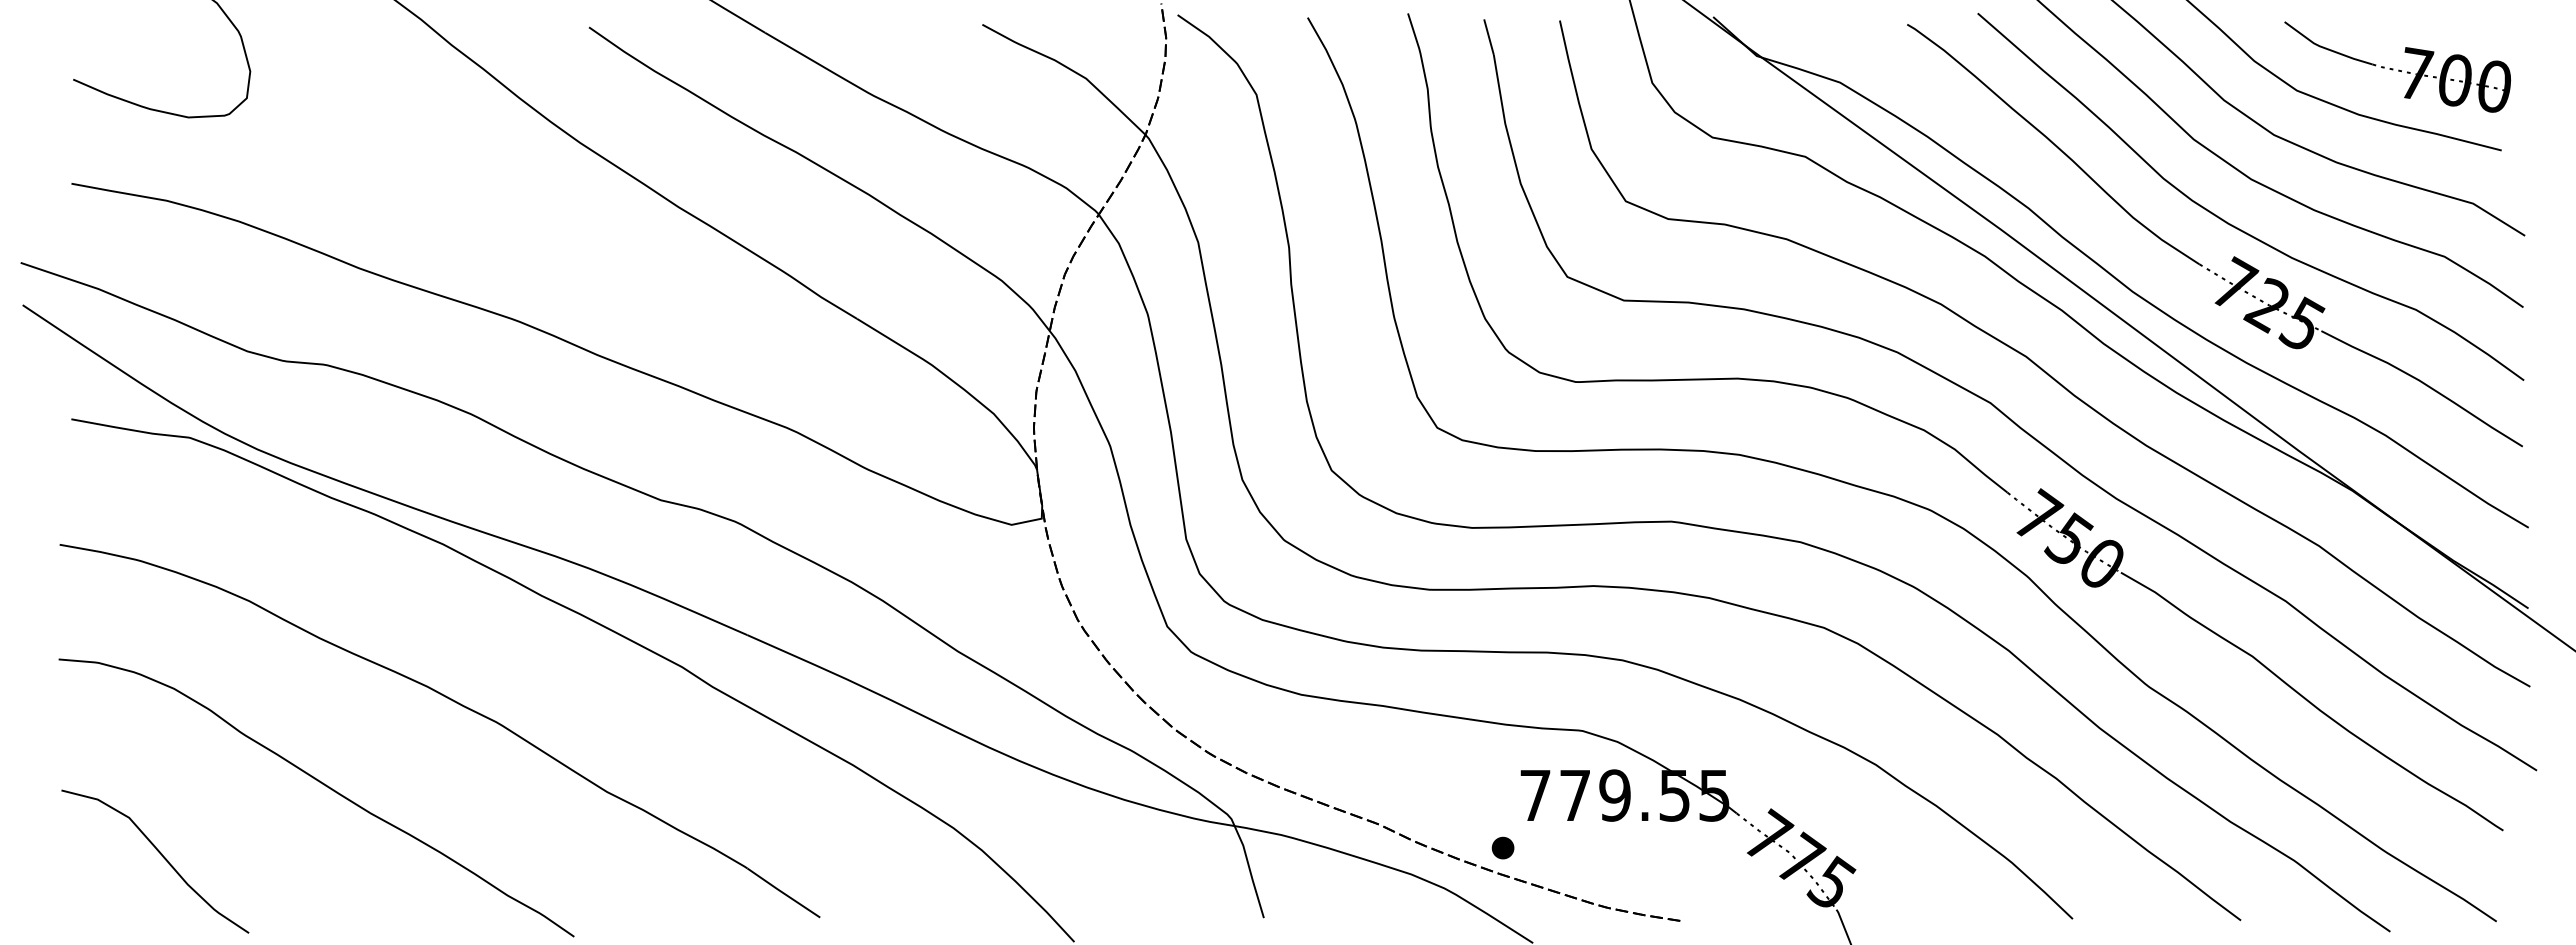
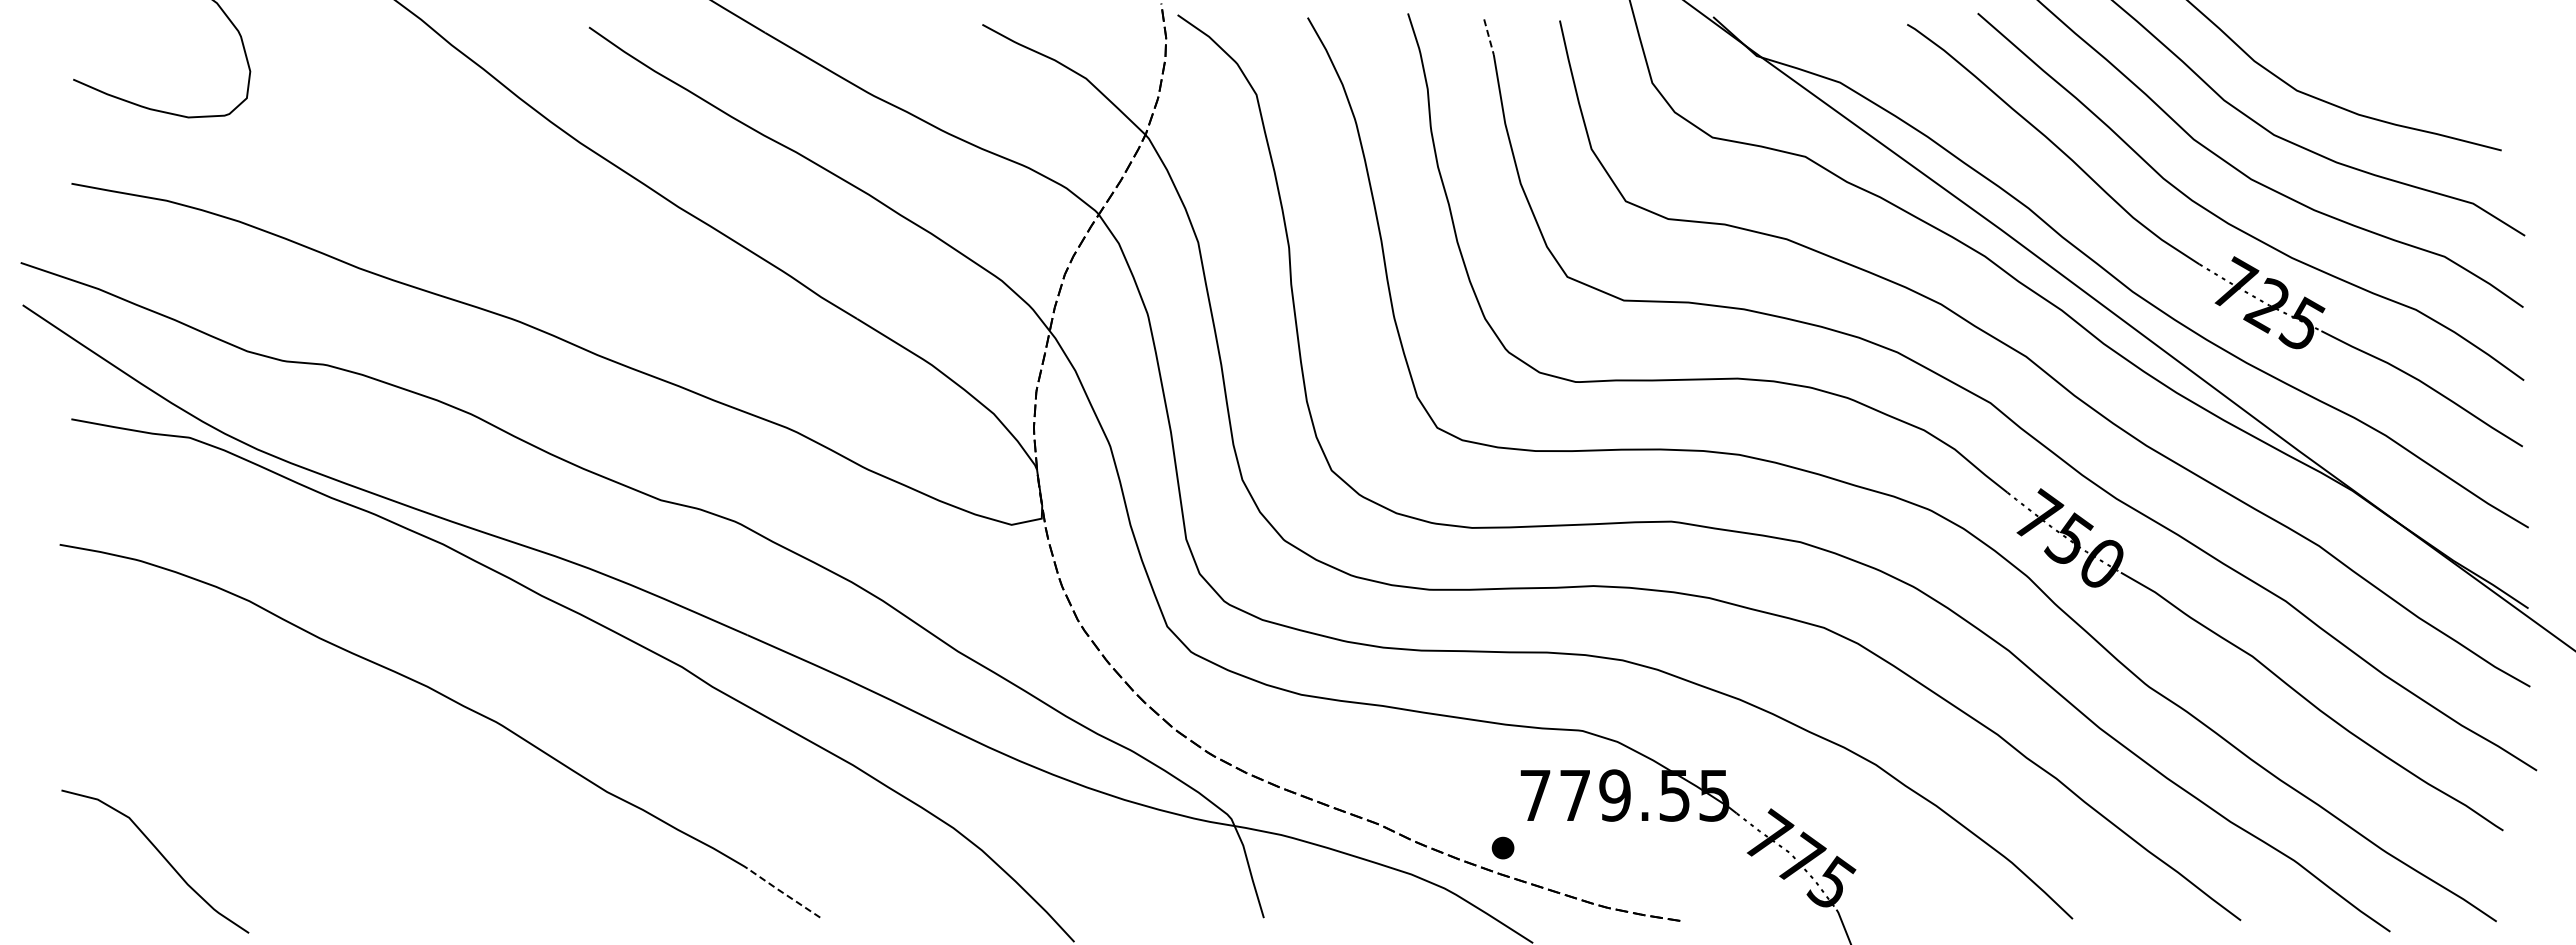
line at (1489, 37): solid -> dashed
part at (2397, 66): present -> none
curve at (323, 785): present -> none
line at (783, 892): solid -> dashed
